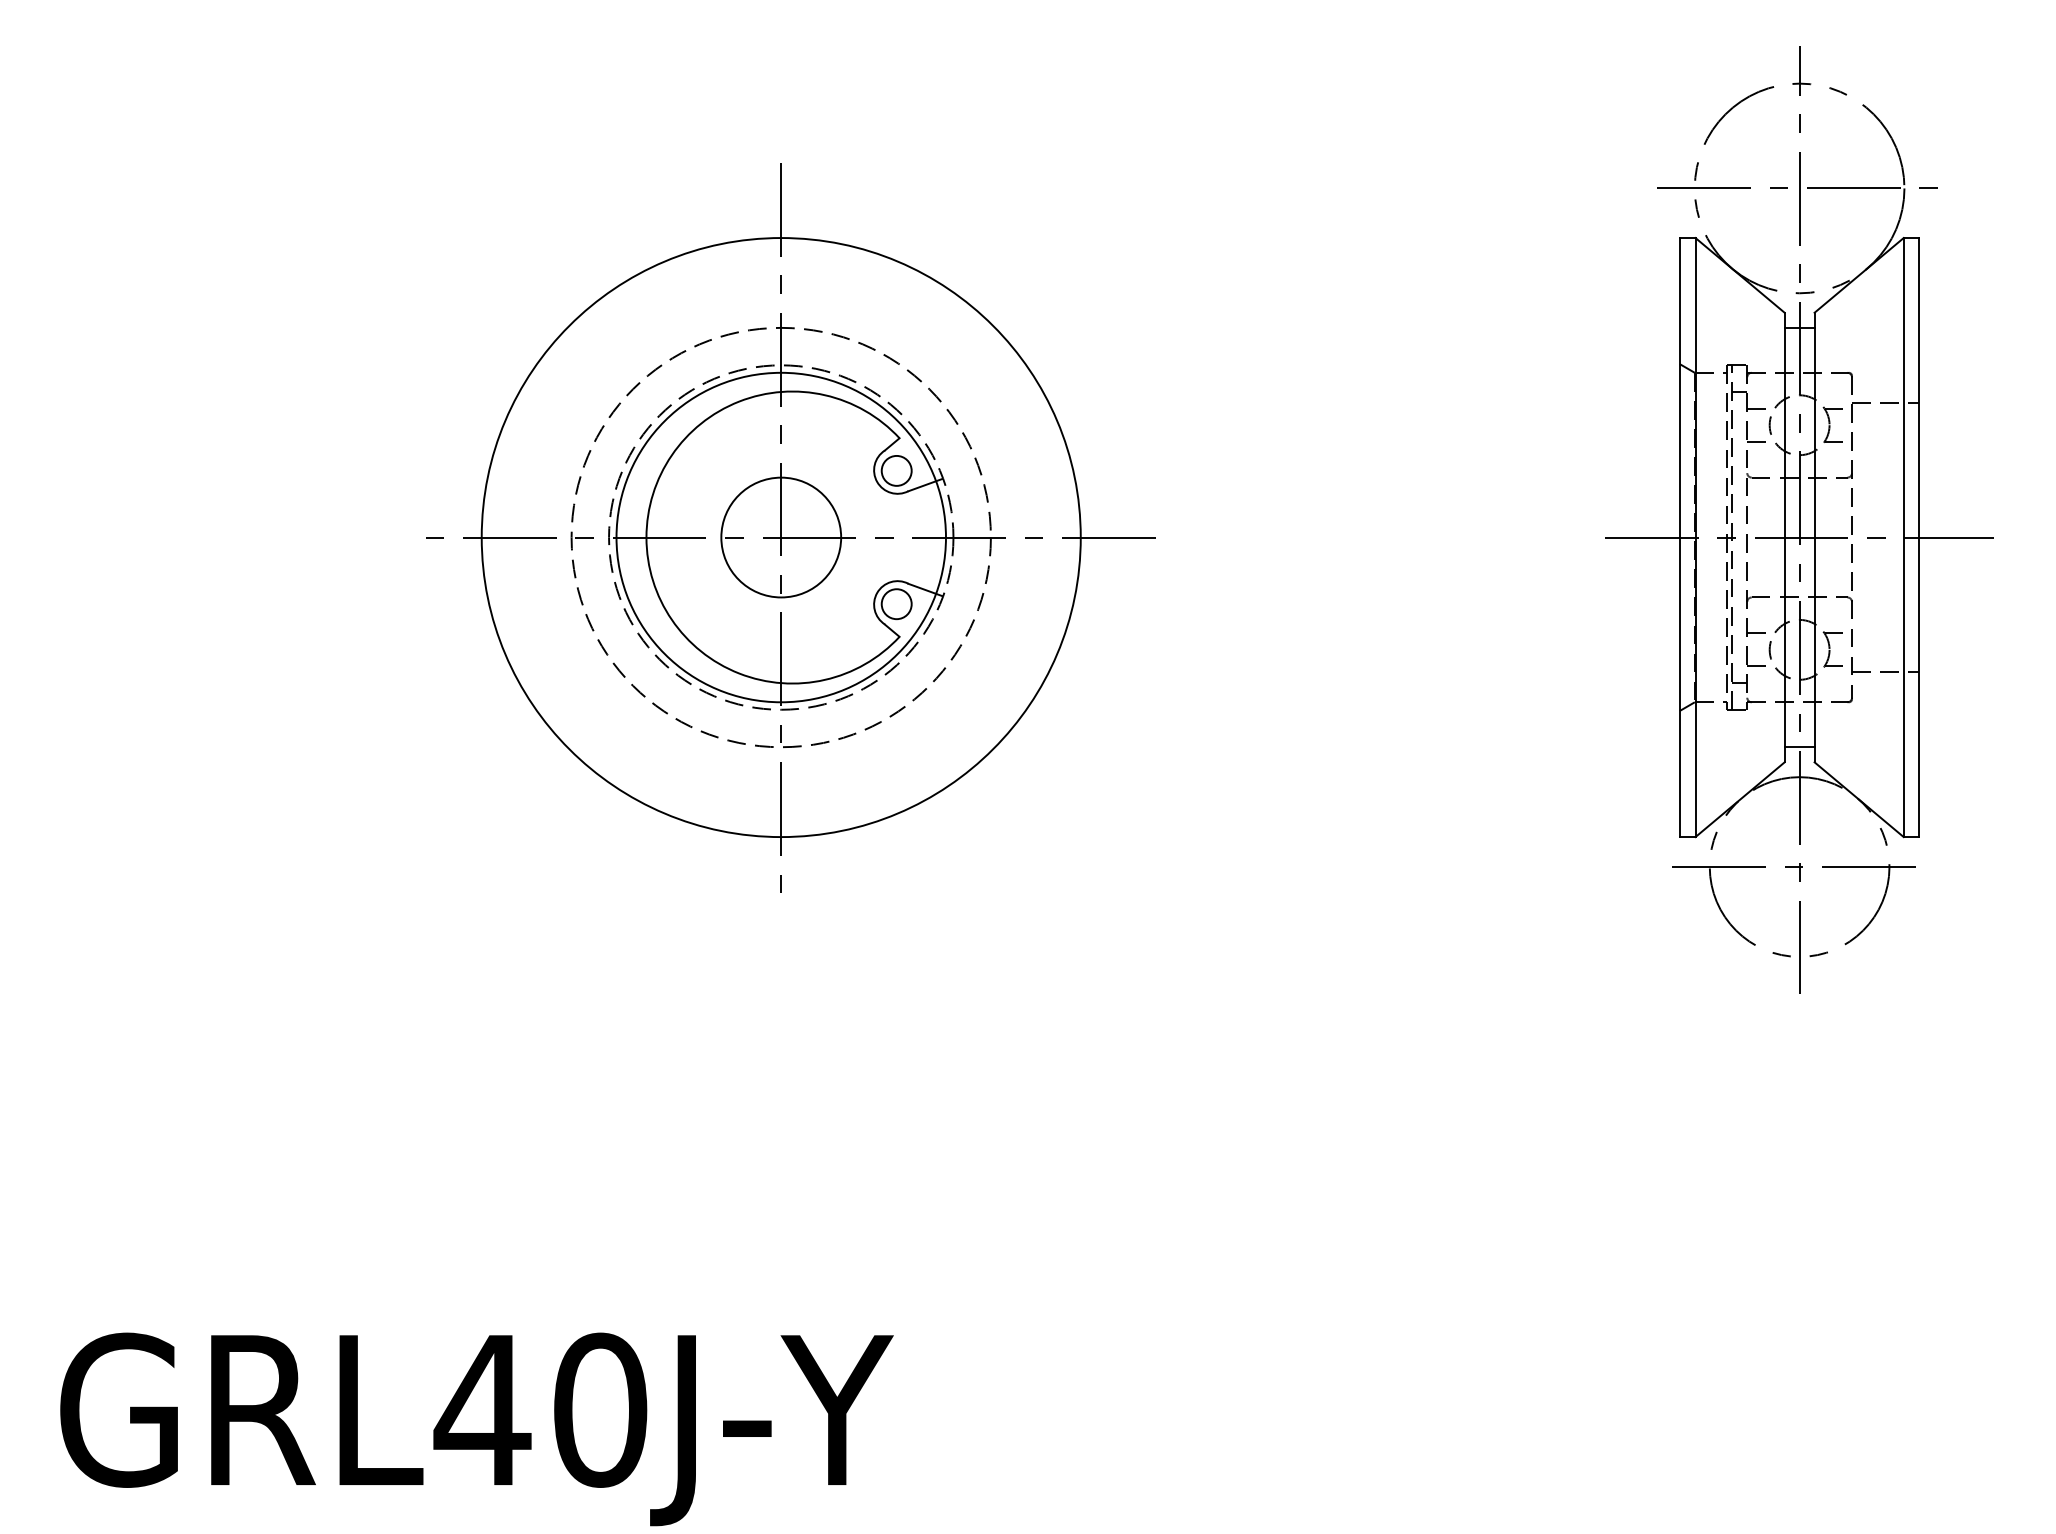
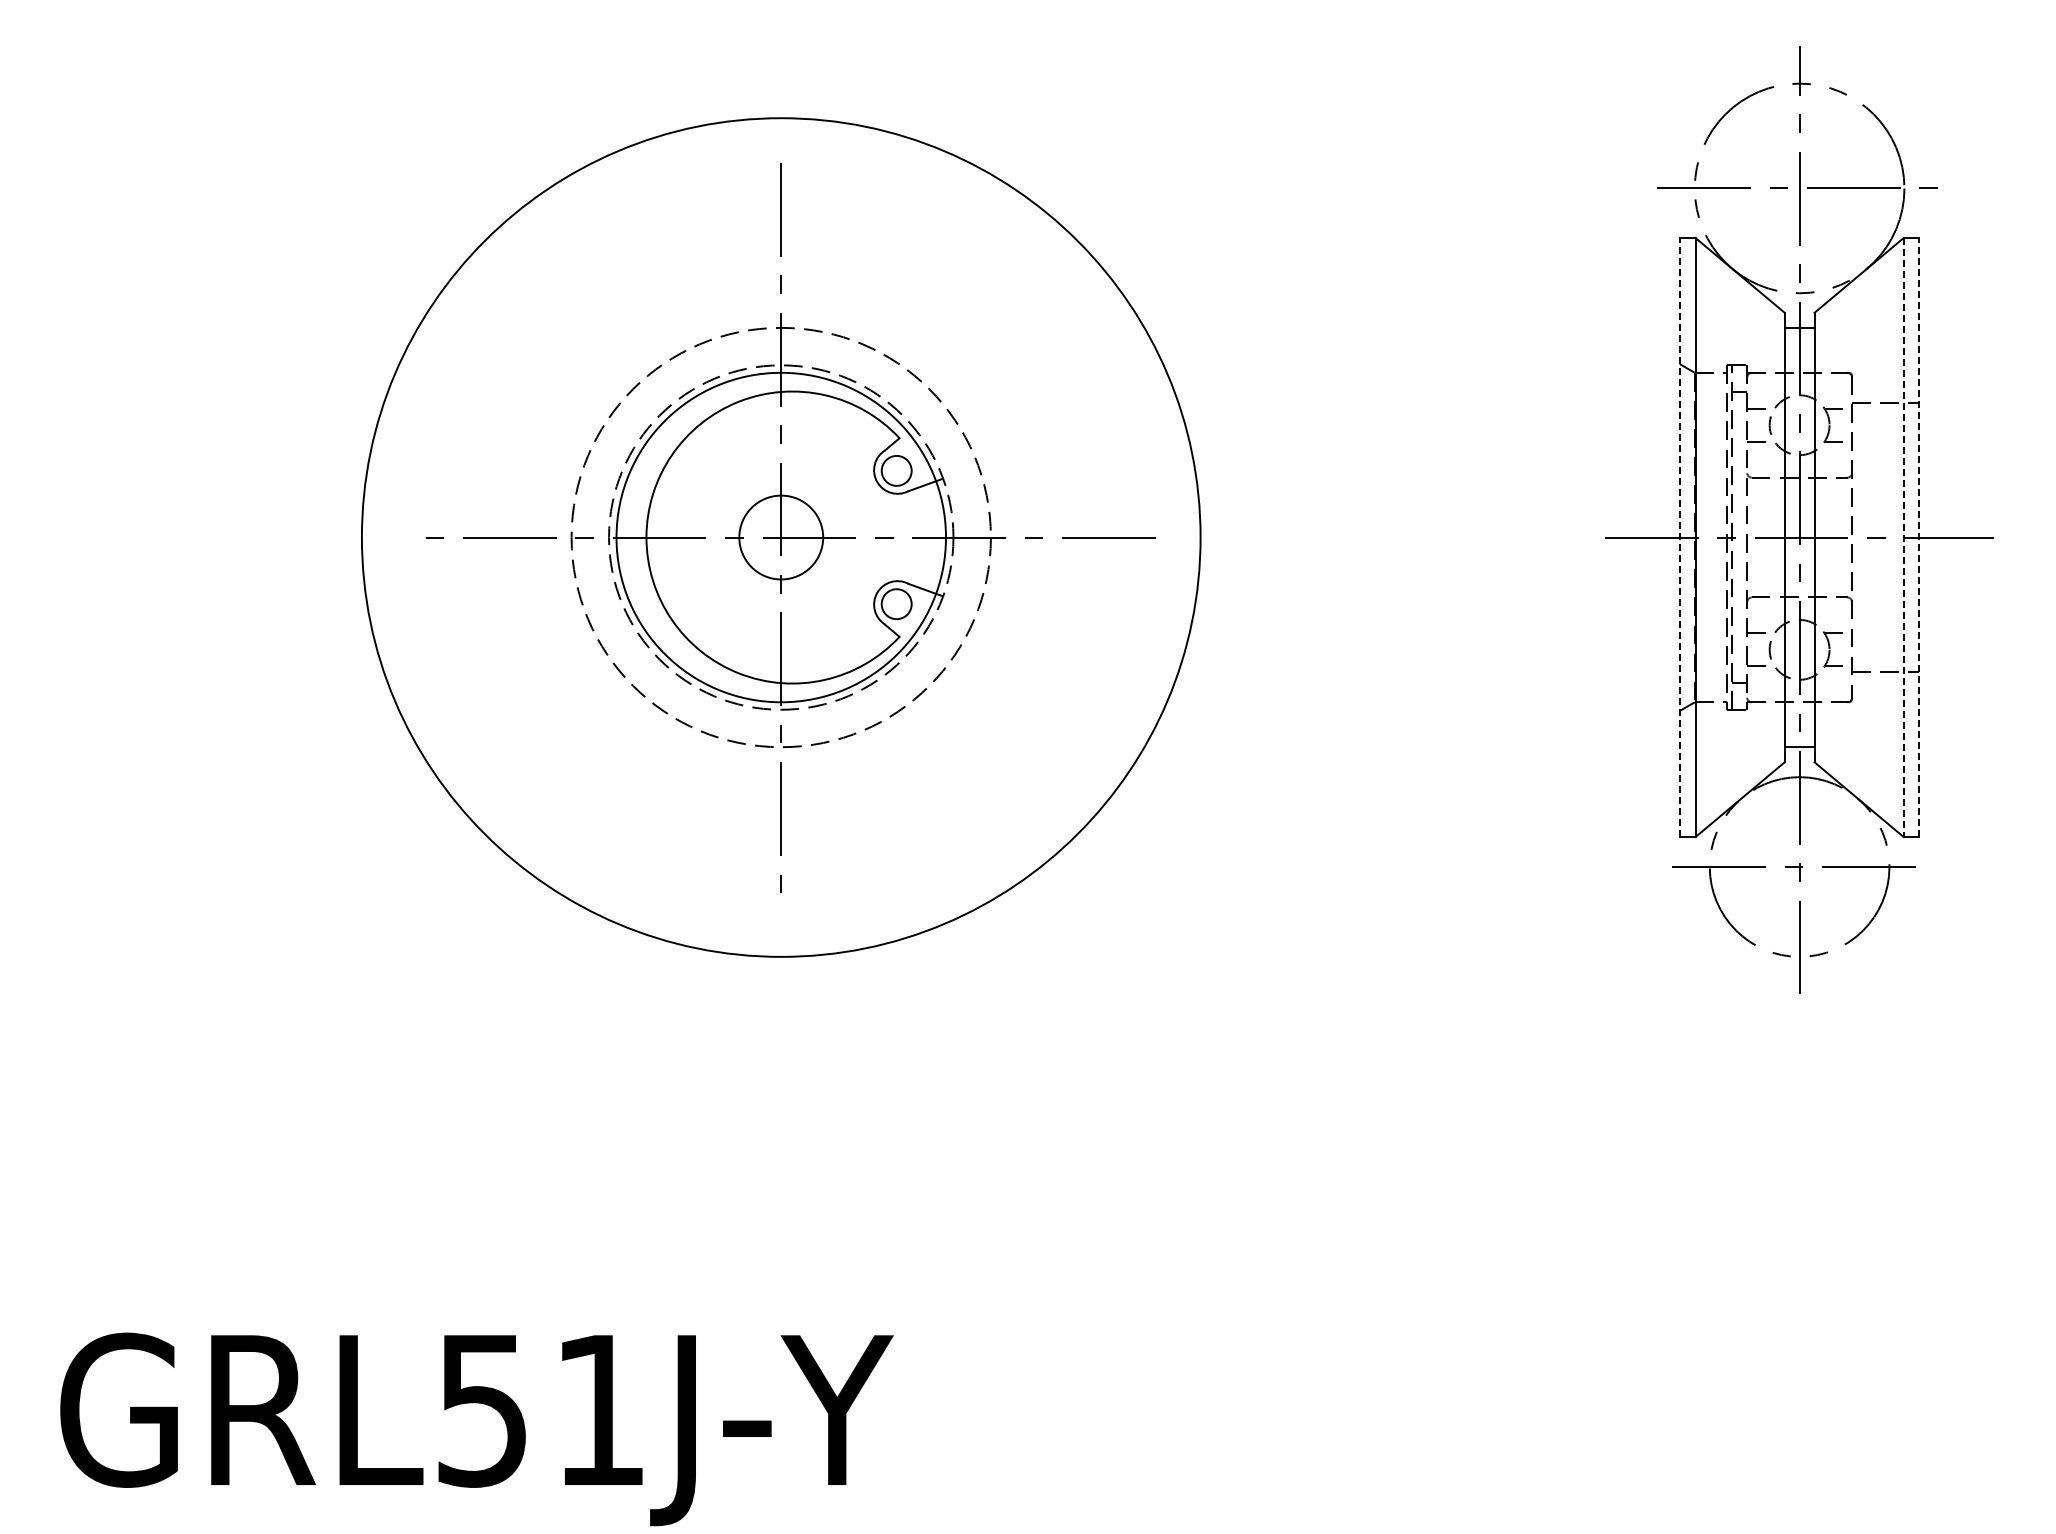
circle at (780, 537) diameter: 599 px -> 839 px
circle at (781, 537) diameter: 120 px -> 84 px
line at (1679, 537): solid -> dashed
line at (1903, 537): solid -> dashed
line at (1919, 537): solid -> dashed
text at (540, 1409): GRL40J-Y -> GRL51J-Y
